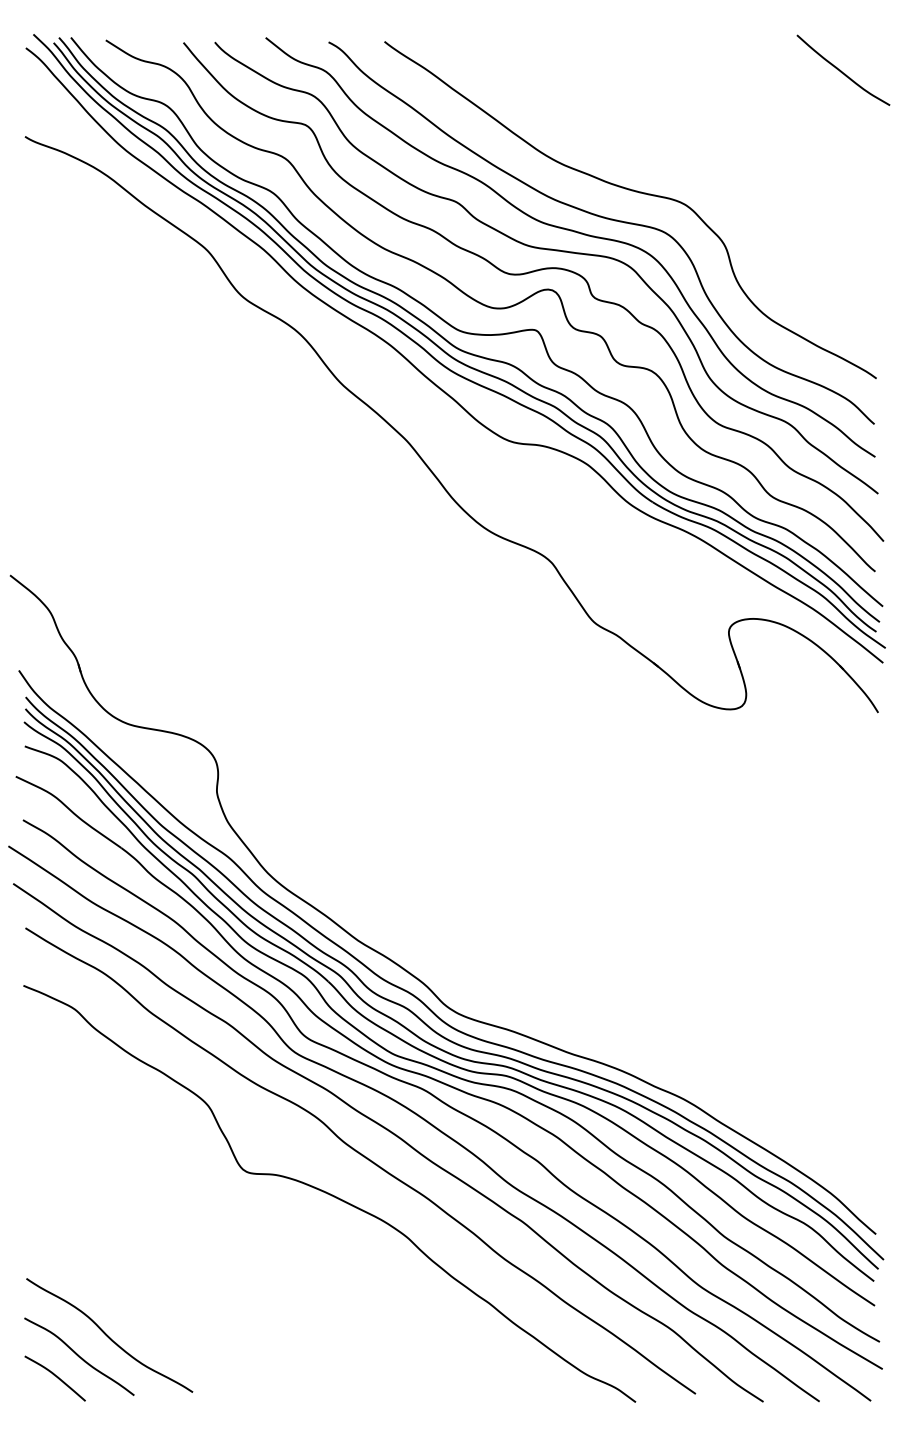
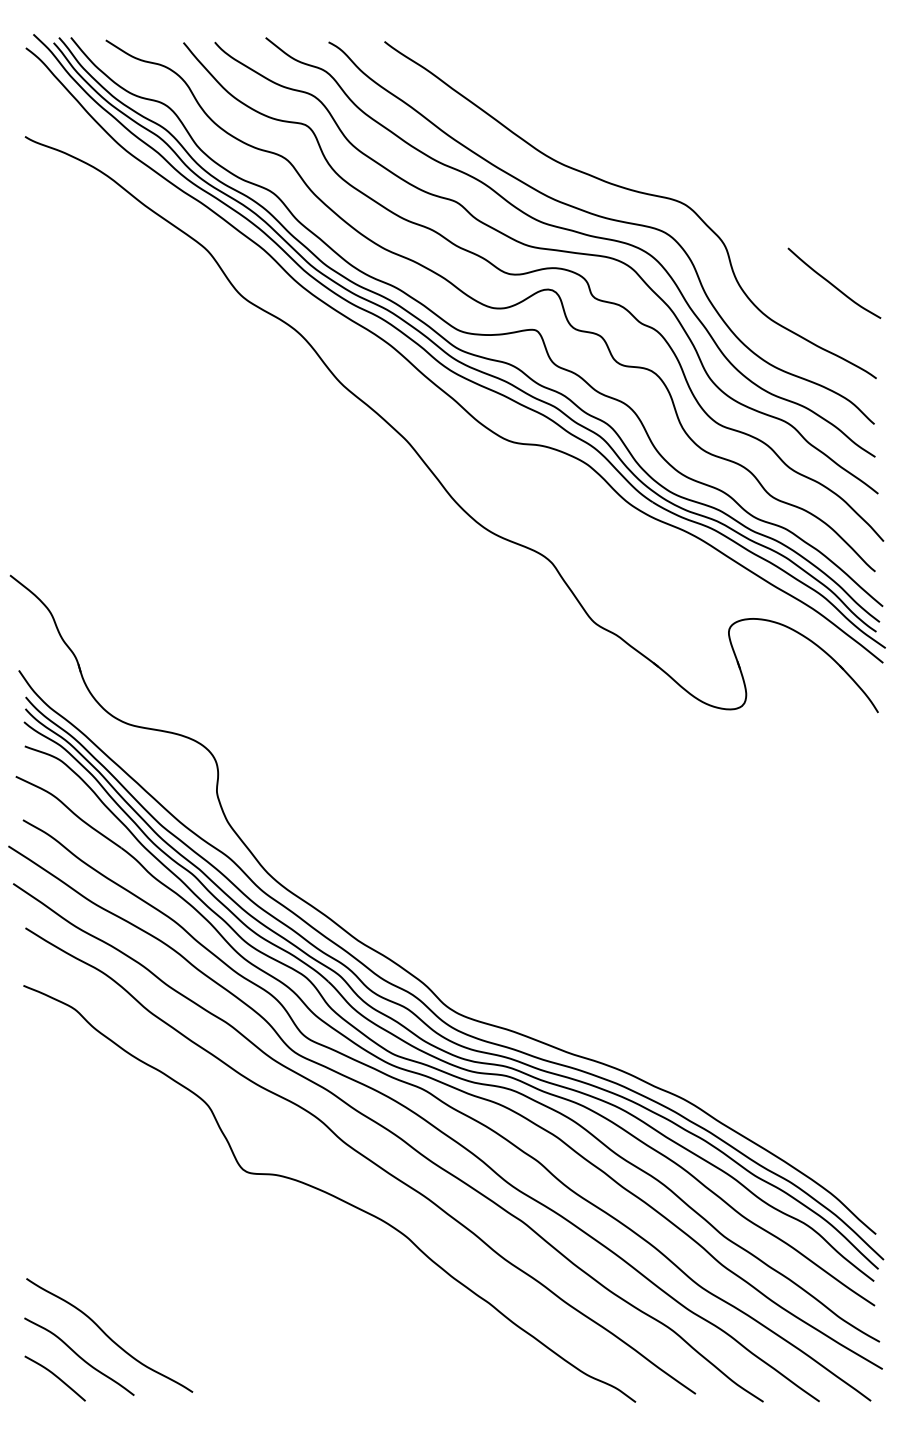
curve at (841, 70) position: (841, 70) -> (832, 283)
